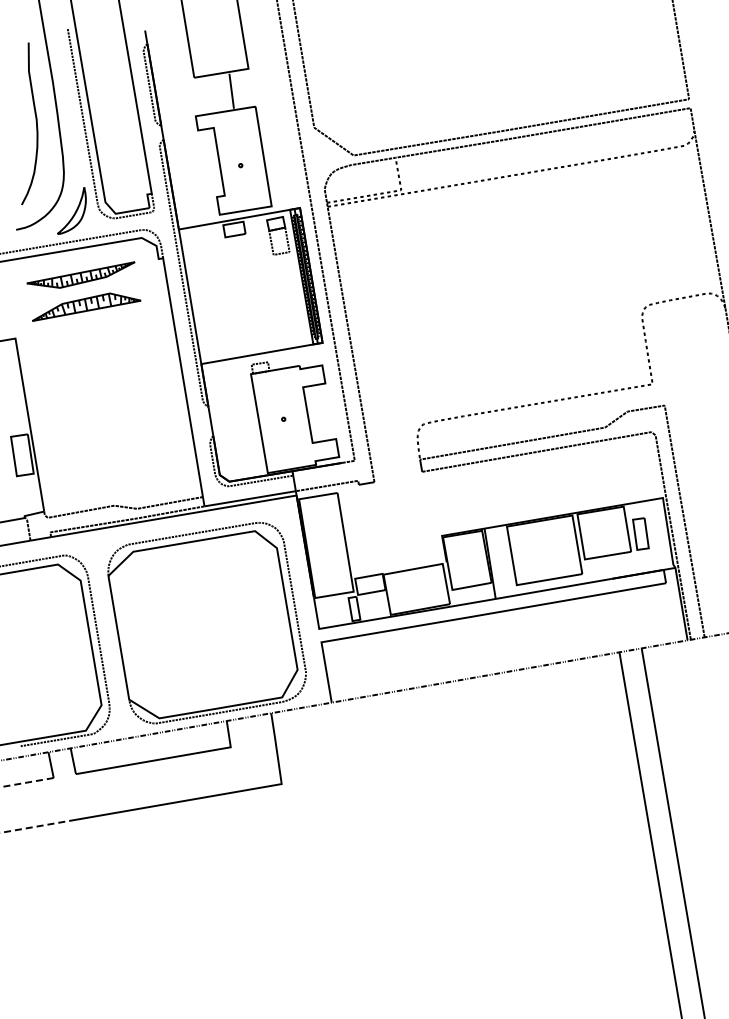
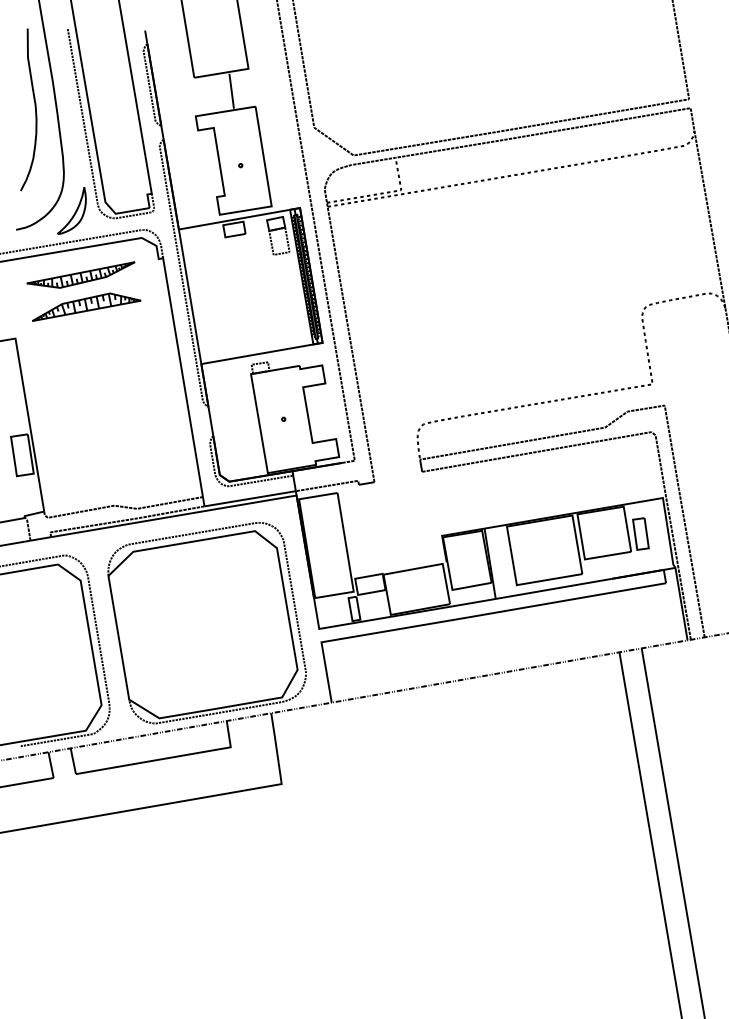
curve at (35, 121) position: (35, 121) -> (34, 107)
line at (27, 782): dashed -> solid
line at (37, 826): dashed -> solid
